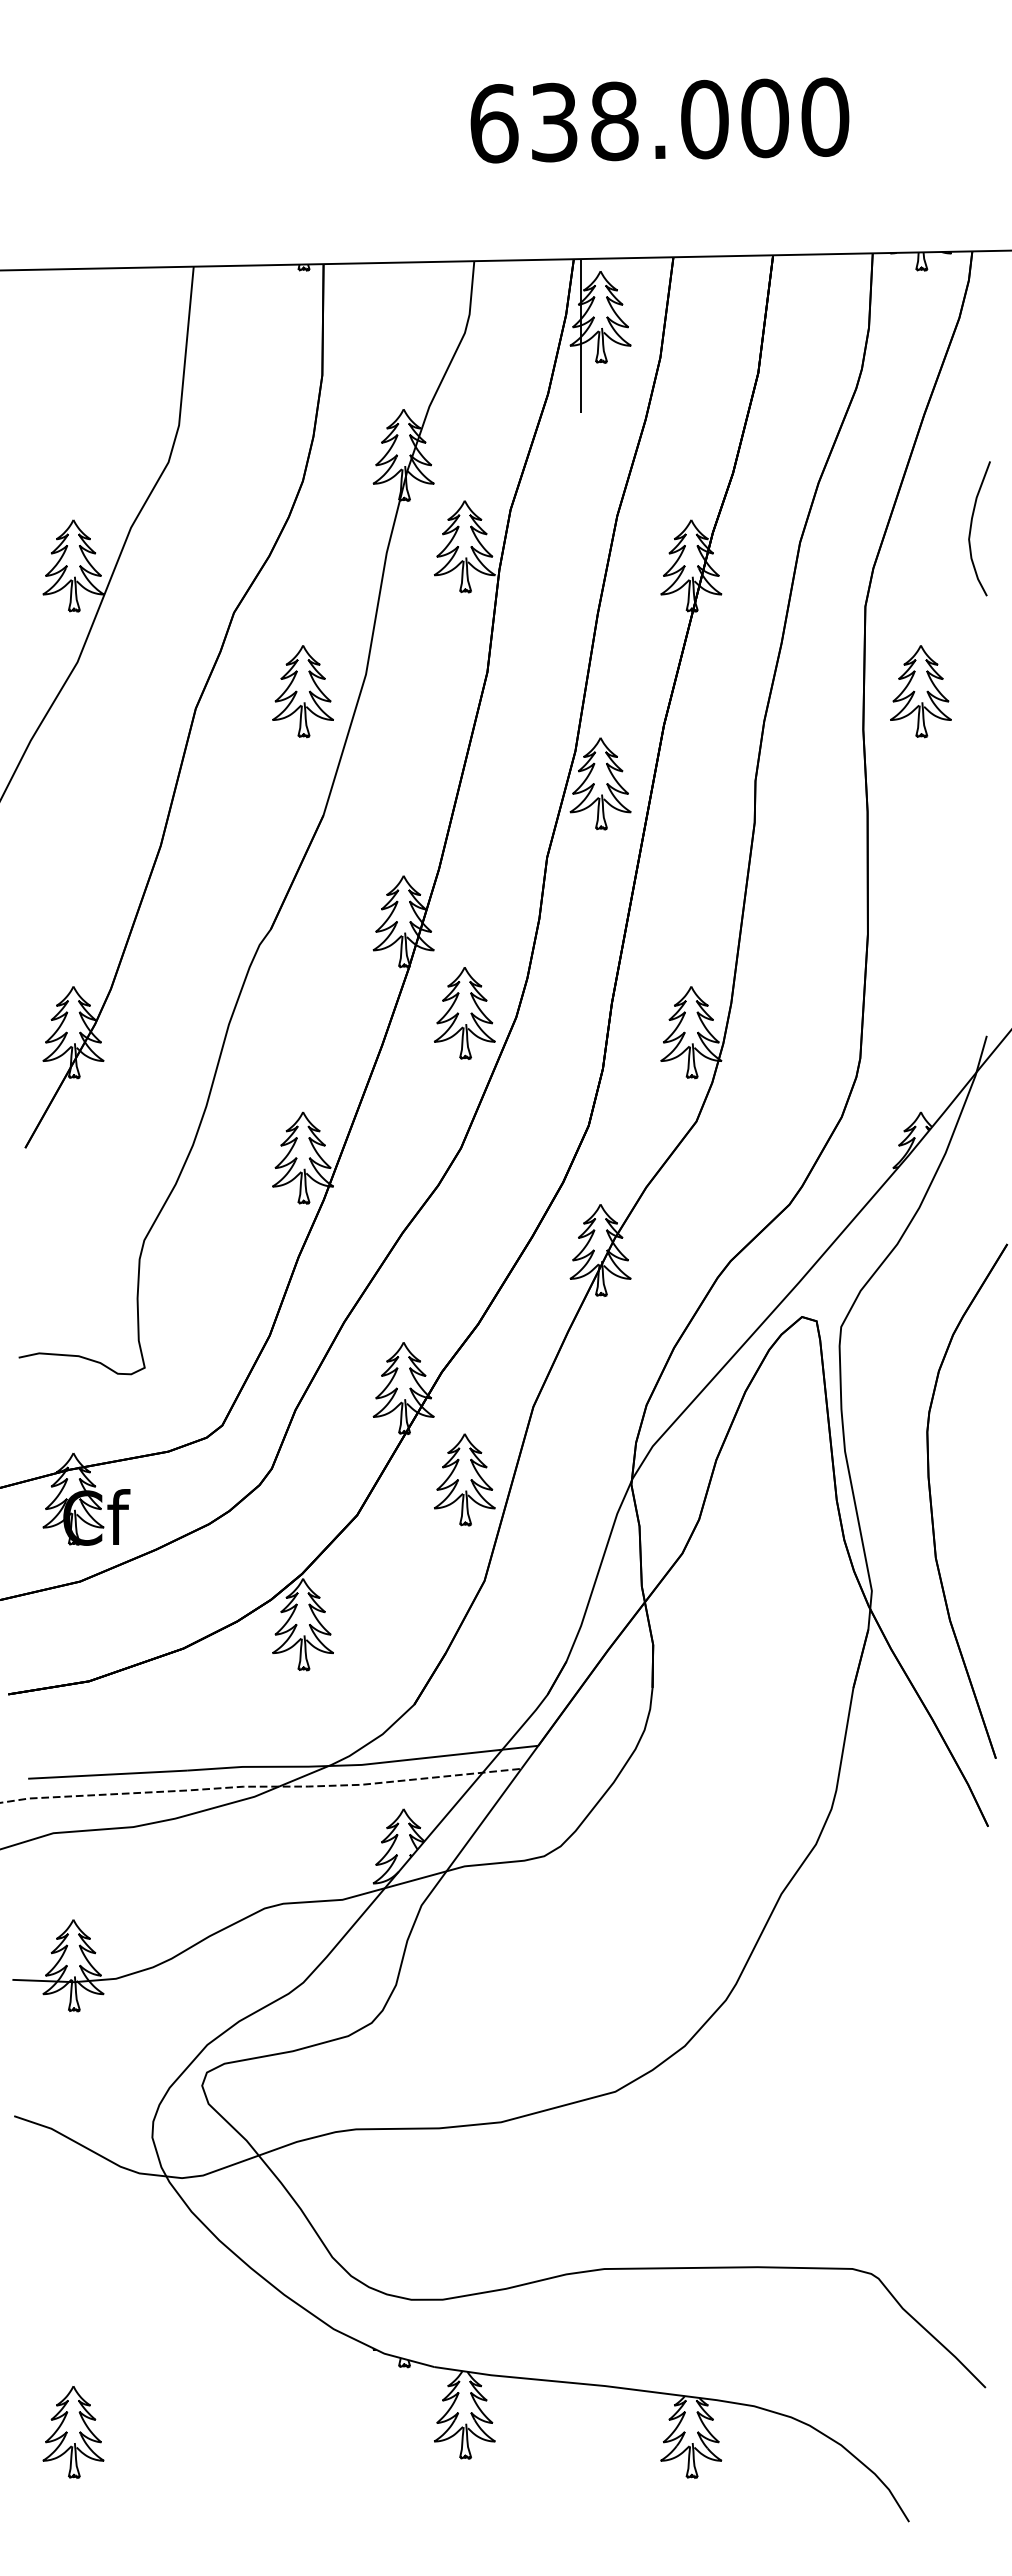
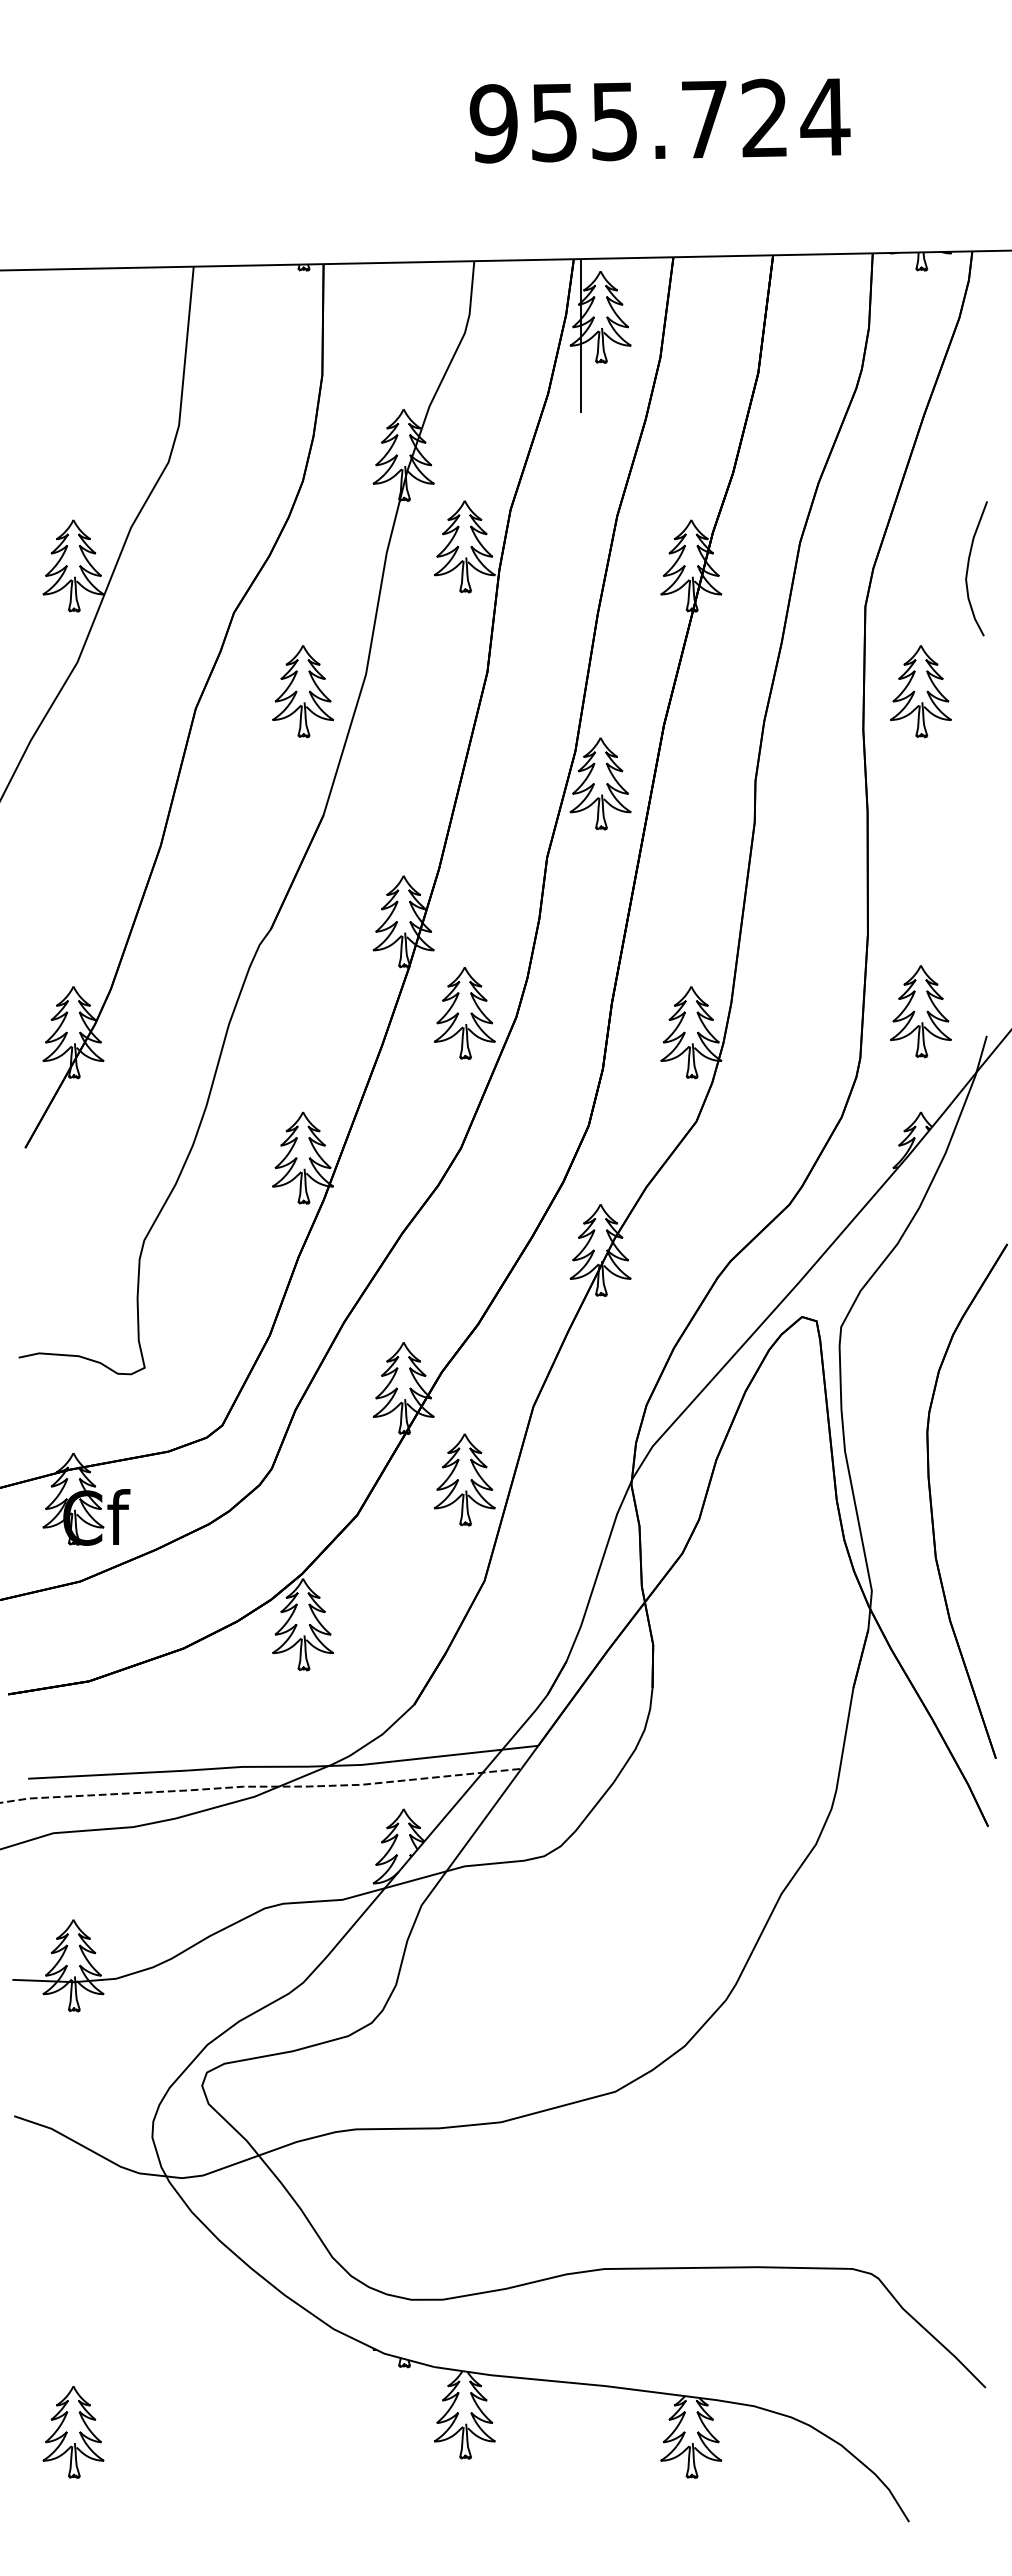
text at (659, 120): 638.000 -> 955.724
curve at (971, 528) position: (971, 528) -> (968, 568)
part at (920, 1011): none -> present
